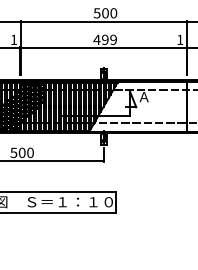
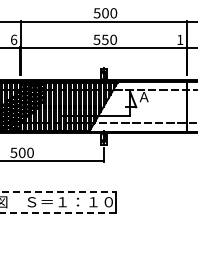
text at (14, 39): 1 -> 6
text at (104, 39): 499 -> 550
line at (58, 191): solid -> dashed
line at (58, 213): solid -> dashed
